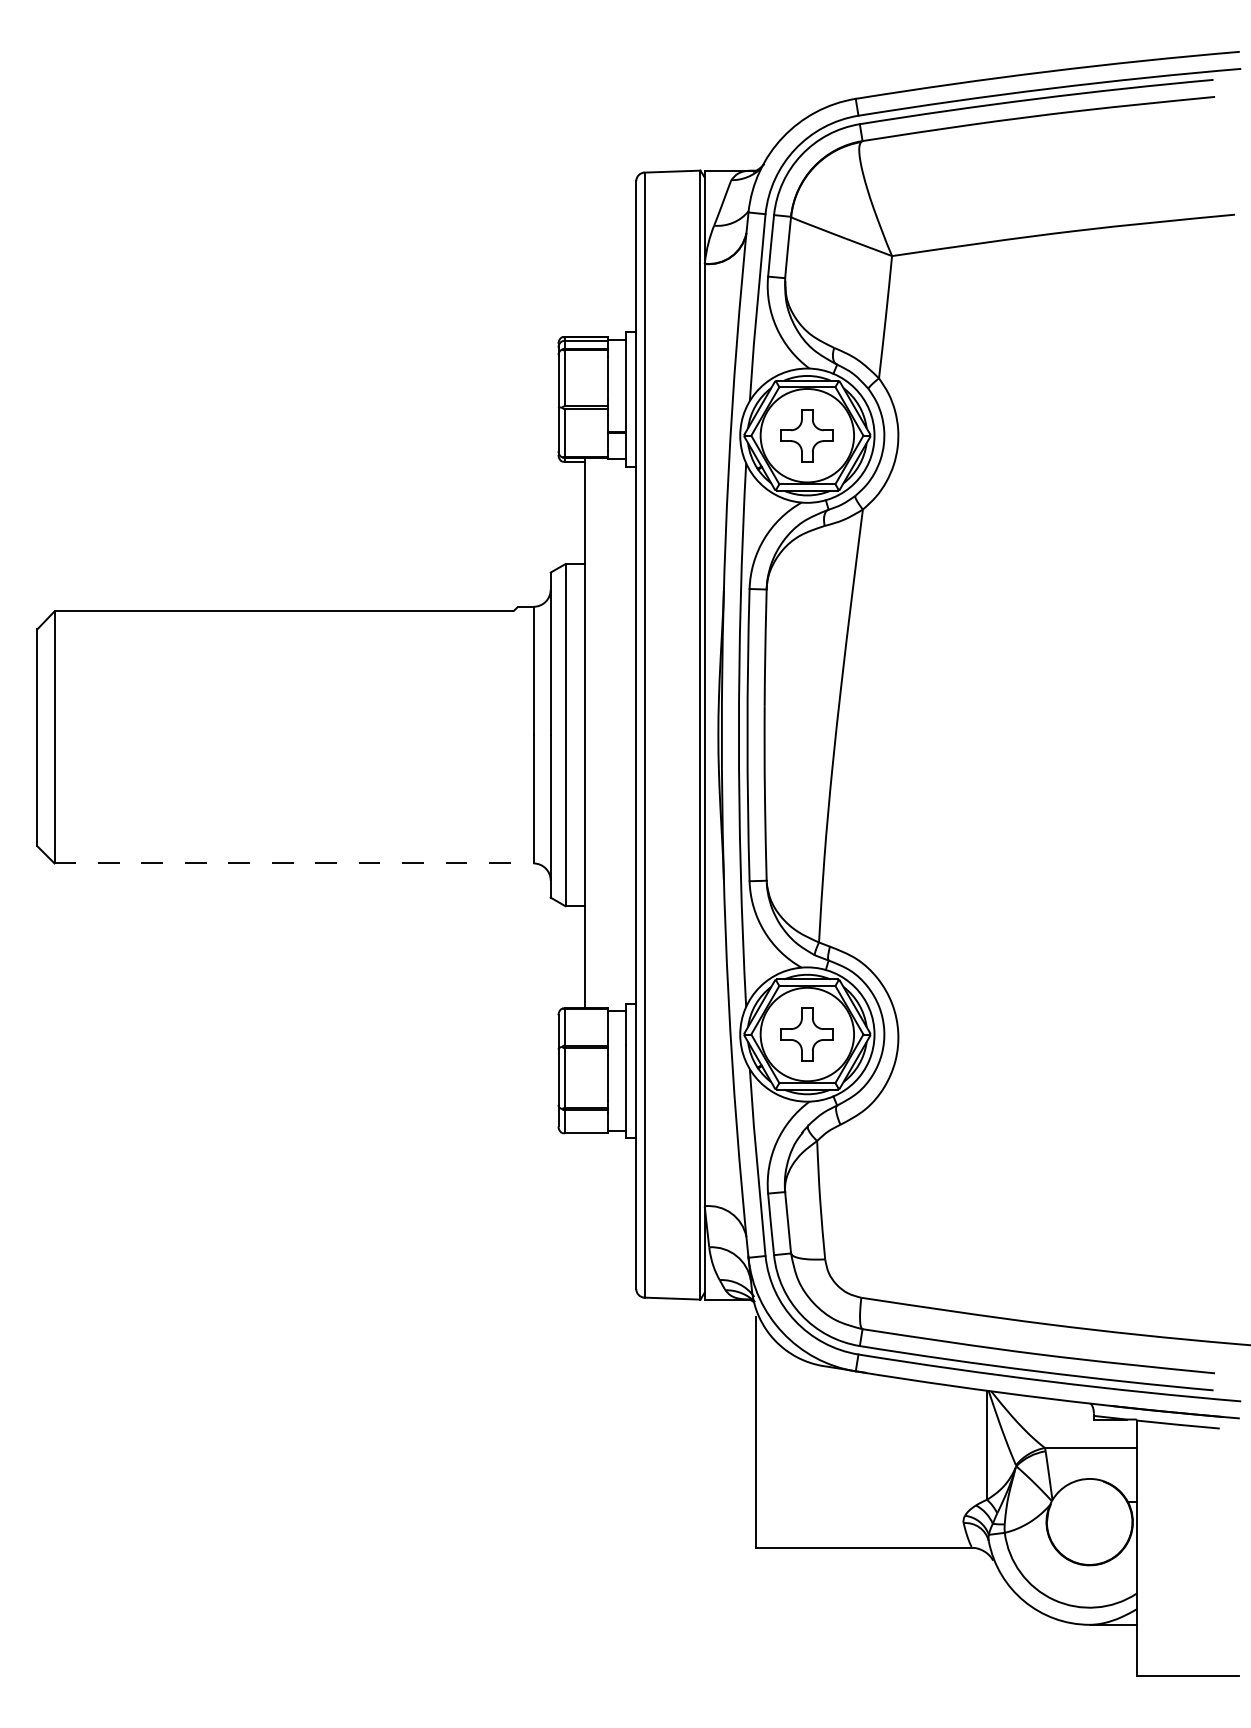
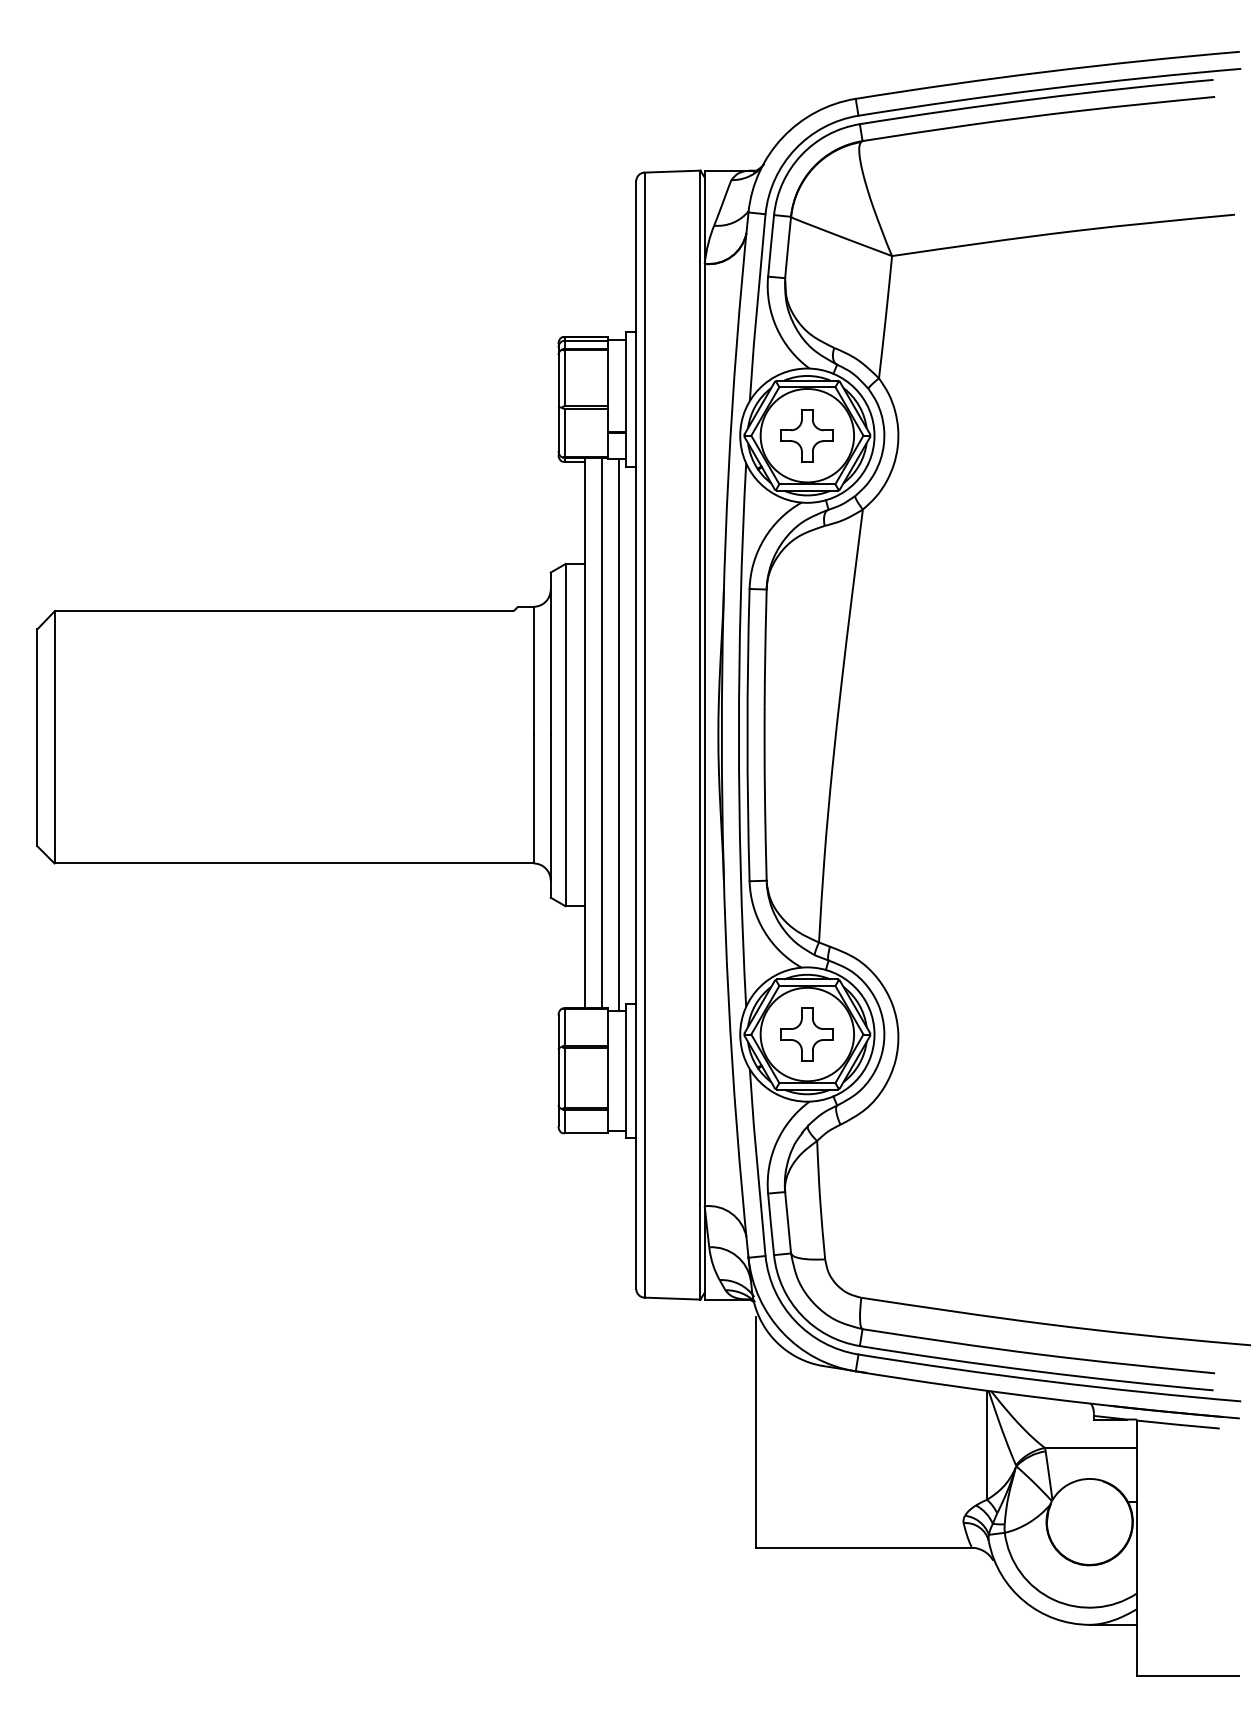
line at (602, 732): none -> present
line at (619, 735): none -> present
line at (294, 863): dashed -> solid
